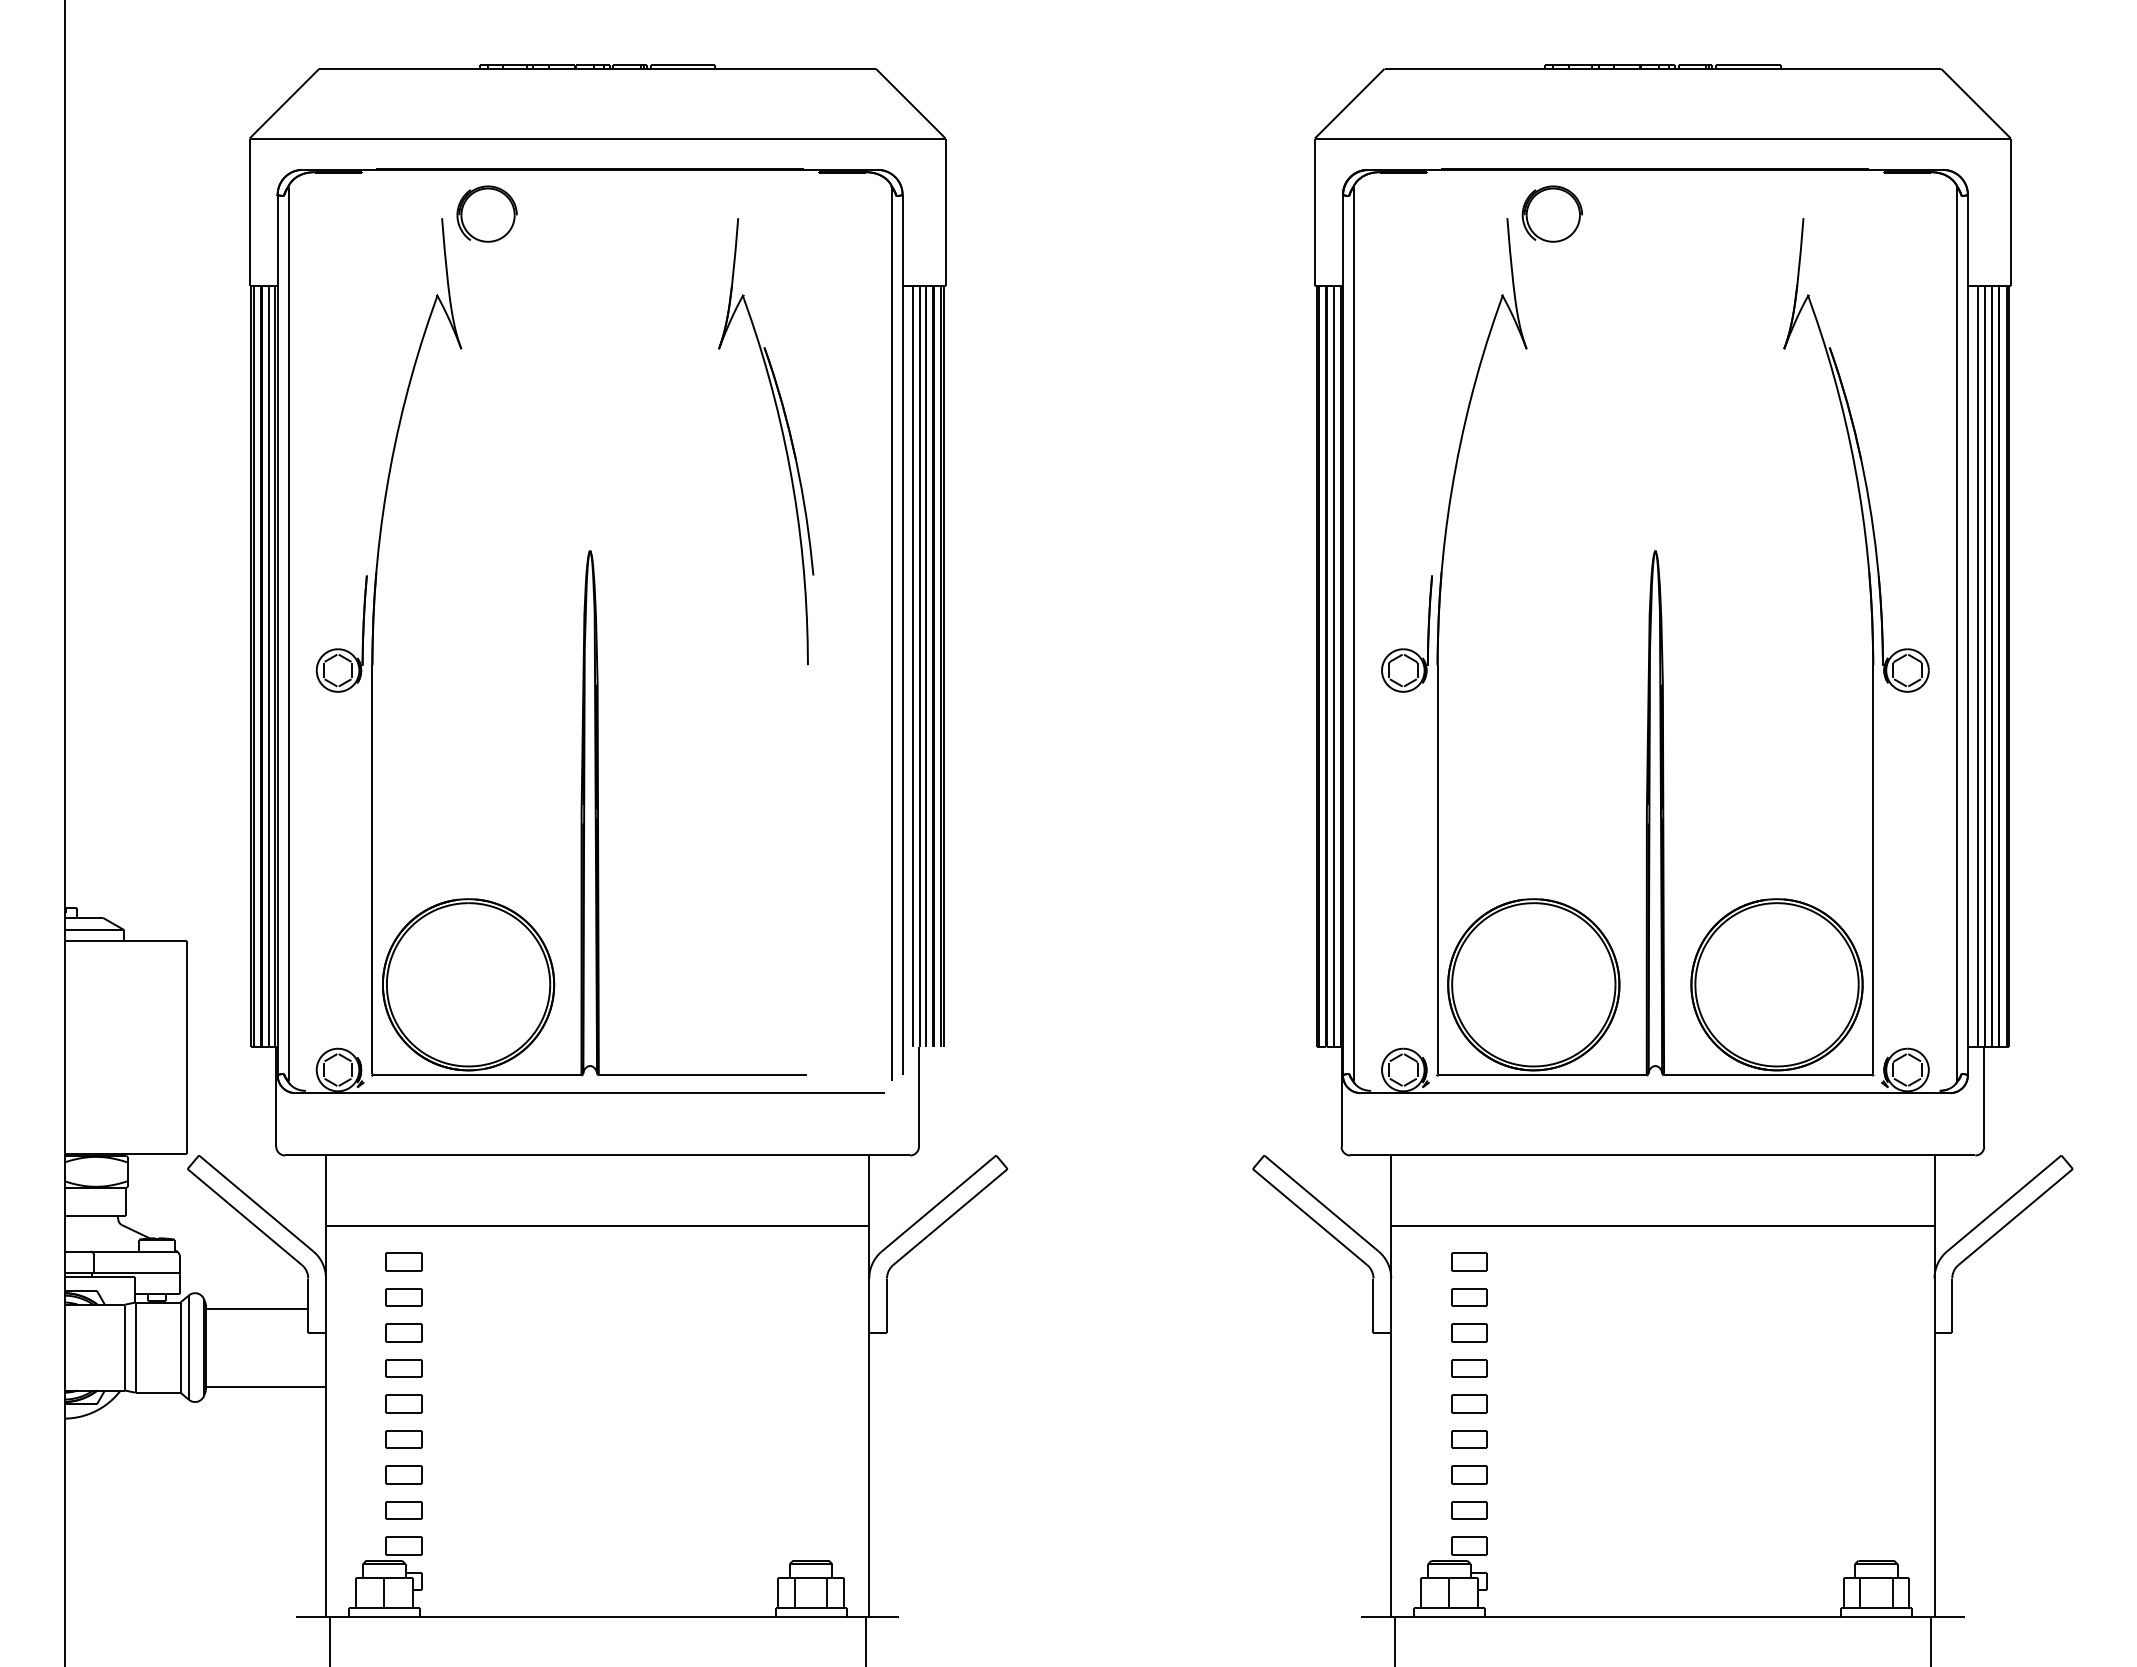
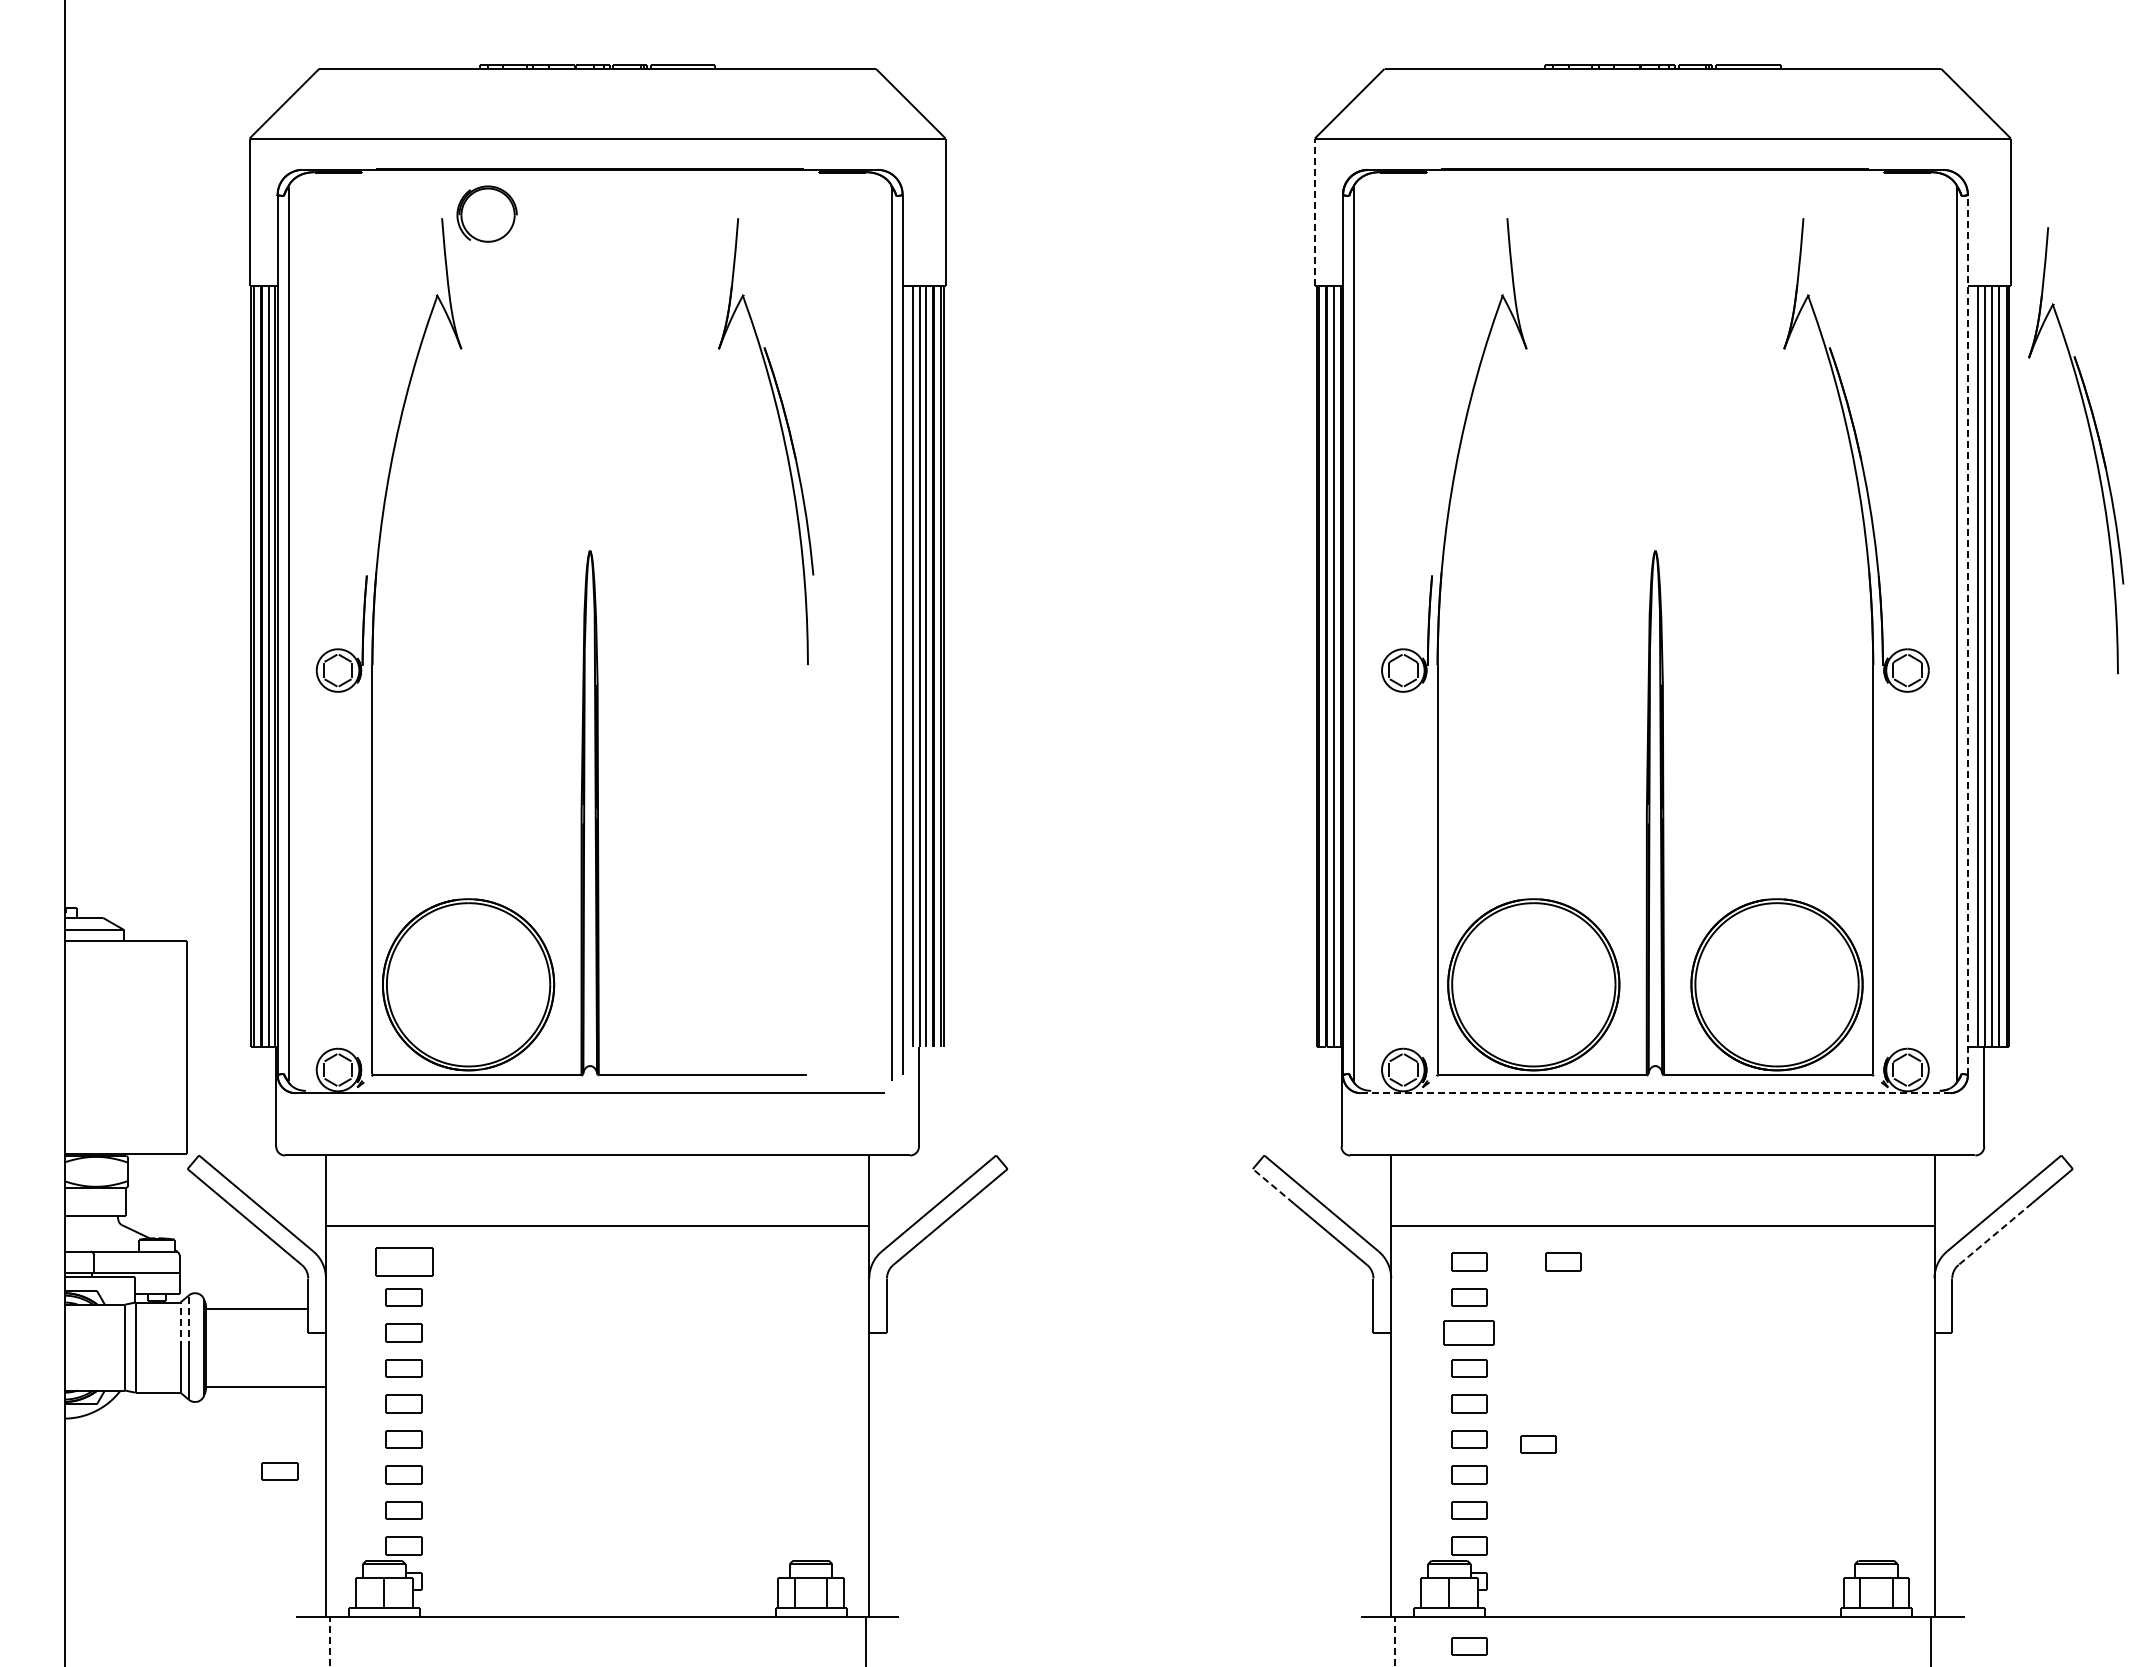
line at (1314, 212): solid -> dashed
part at (1551, 213): present -> none
part at (2092, 446): none -> present
line at (1967, 634): solid -> dashed
line at (1655, 1093): solid -> dashed
line at (1273, 1186): solid -> dashed
line at (1995, 1234): solid -> dashed
part at (403, 1261) size: 38x20 px -> 59x30 px
part at (1563, 1261): none -> present
line at (188, 1321): solid -> dashed
line at (180, 1325): solid -> dashed
part at (1469, 1332) size: 37x20 px -> 52x26 px
part at (1538, 1444): none -> present
part at (279, 1471): none -> present
line at (329, 1641): solid -> dashed
line at (1394, 1641): solid -> dashed
part at (1469, 1646): none -> present
